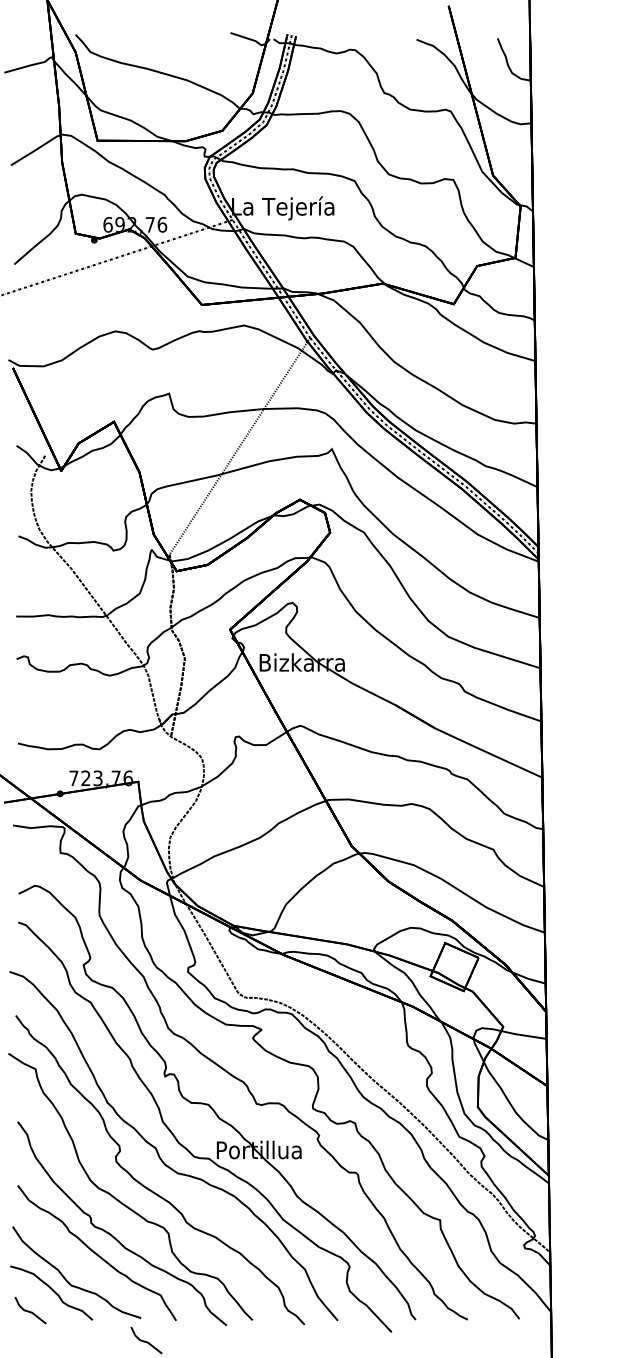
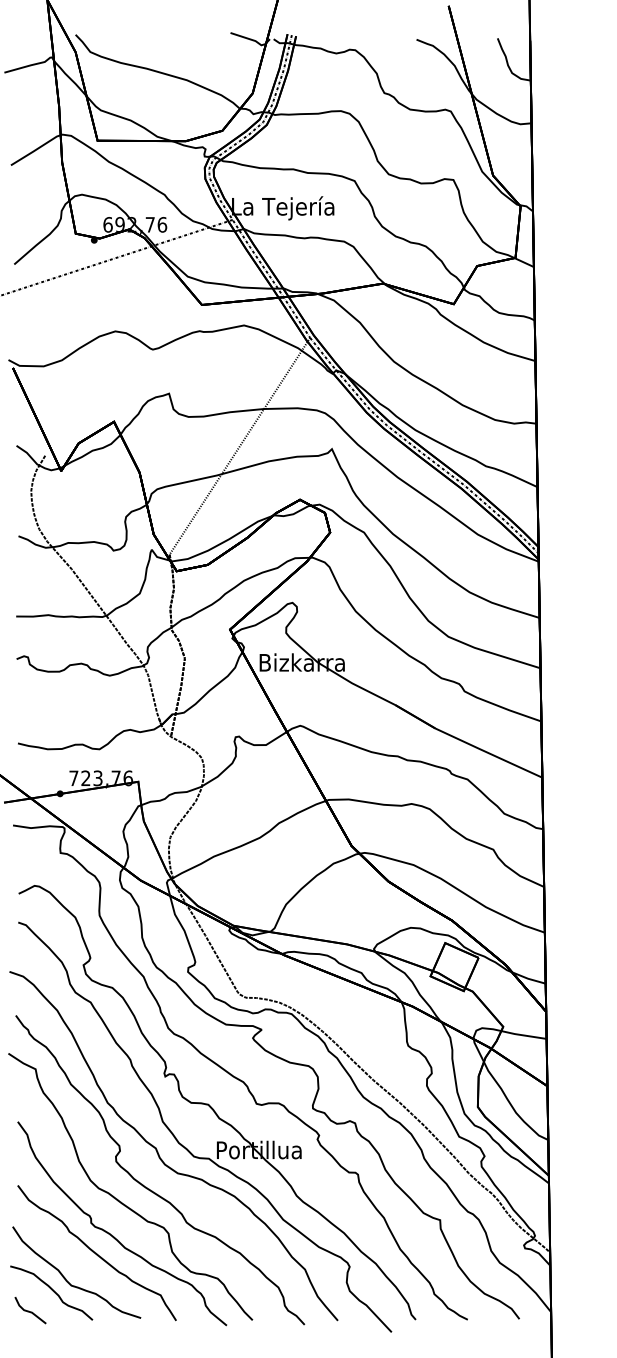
line at (145, 1340): present -> none
